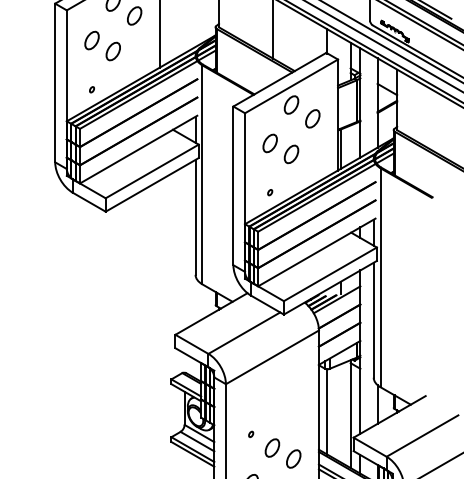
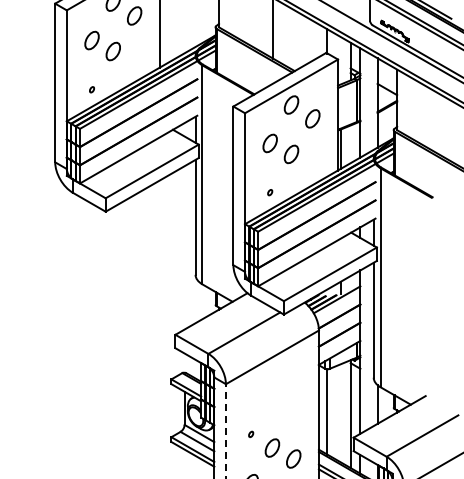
line at (383, 46): present -> none
line at (225, 431): solid -> dashed
